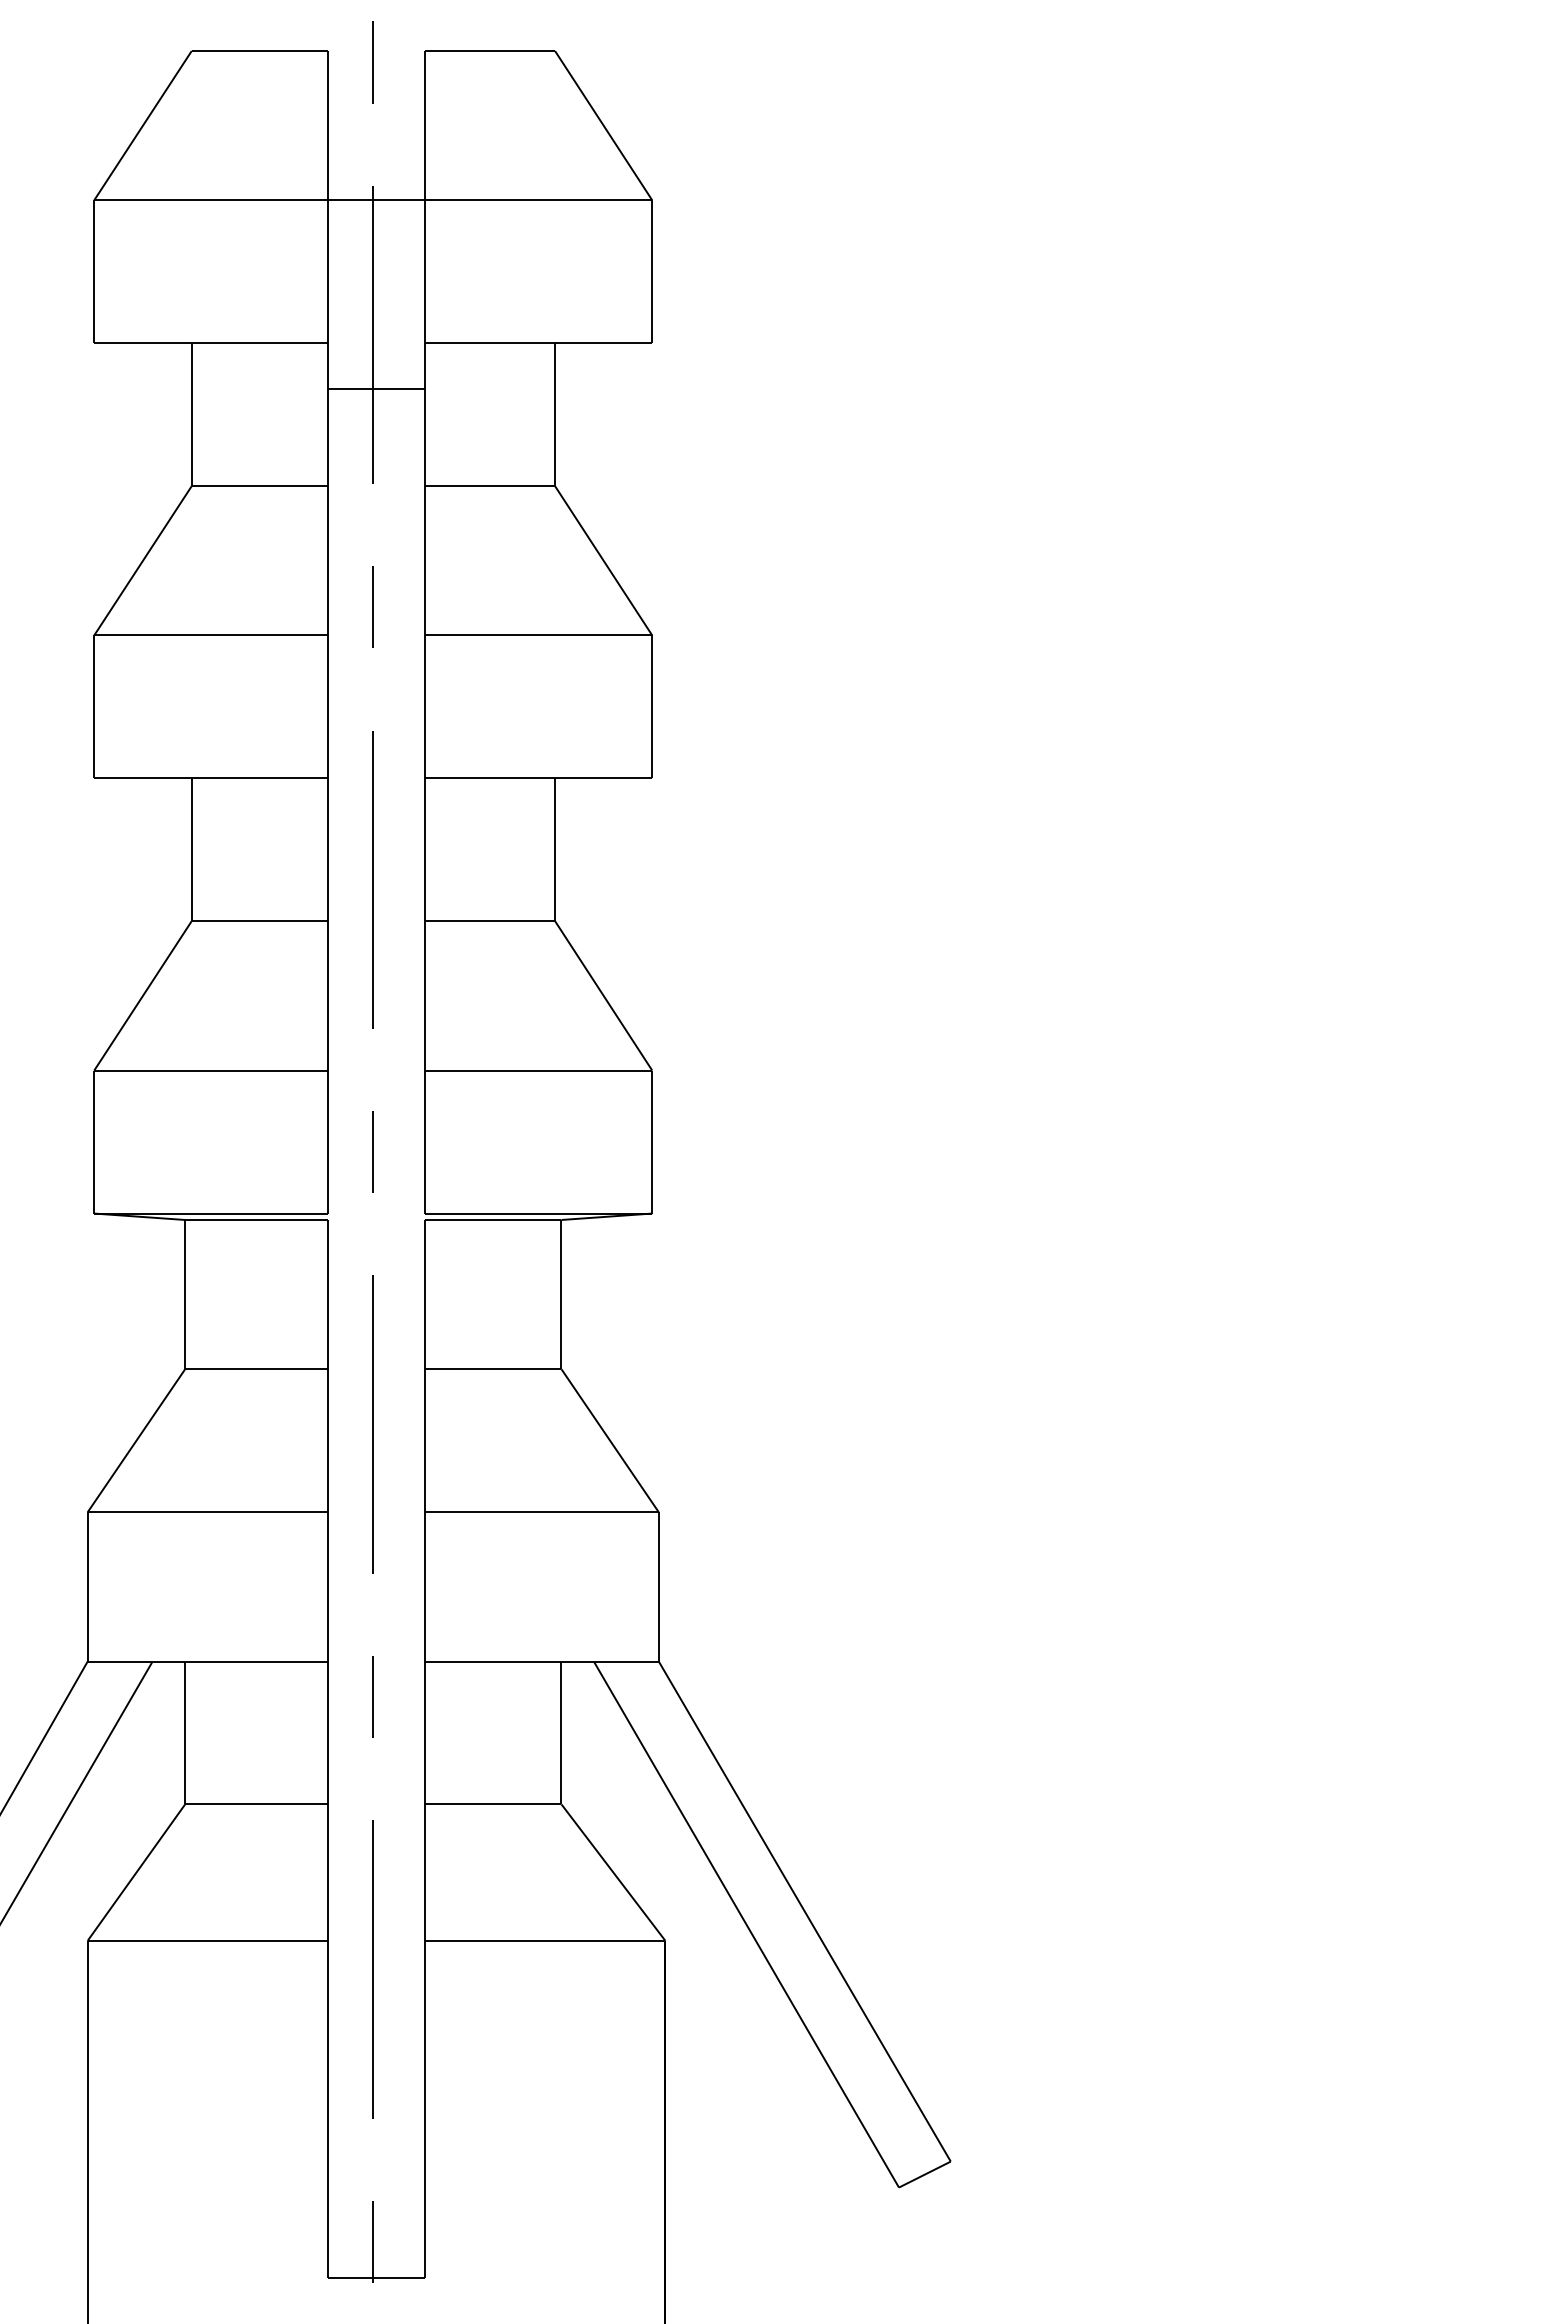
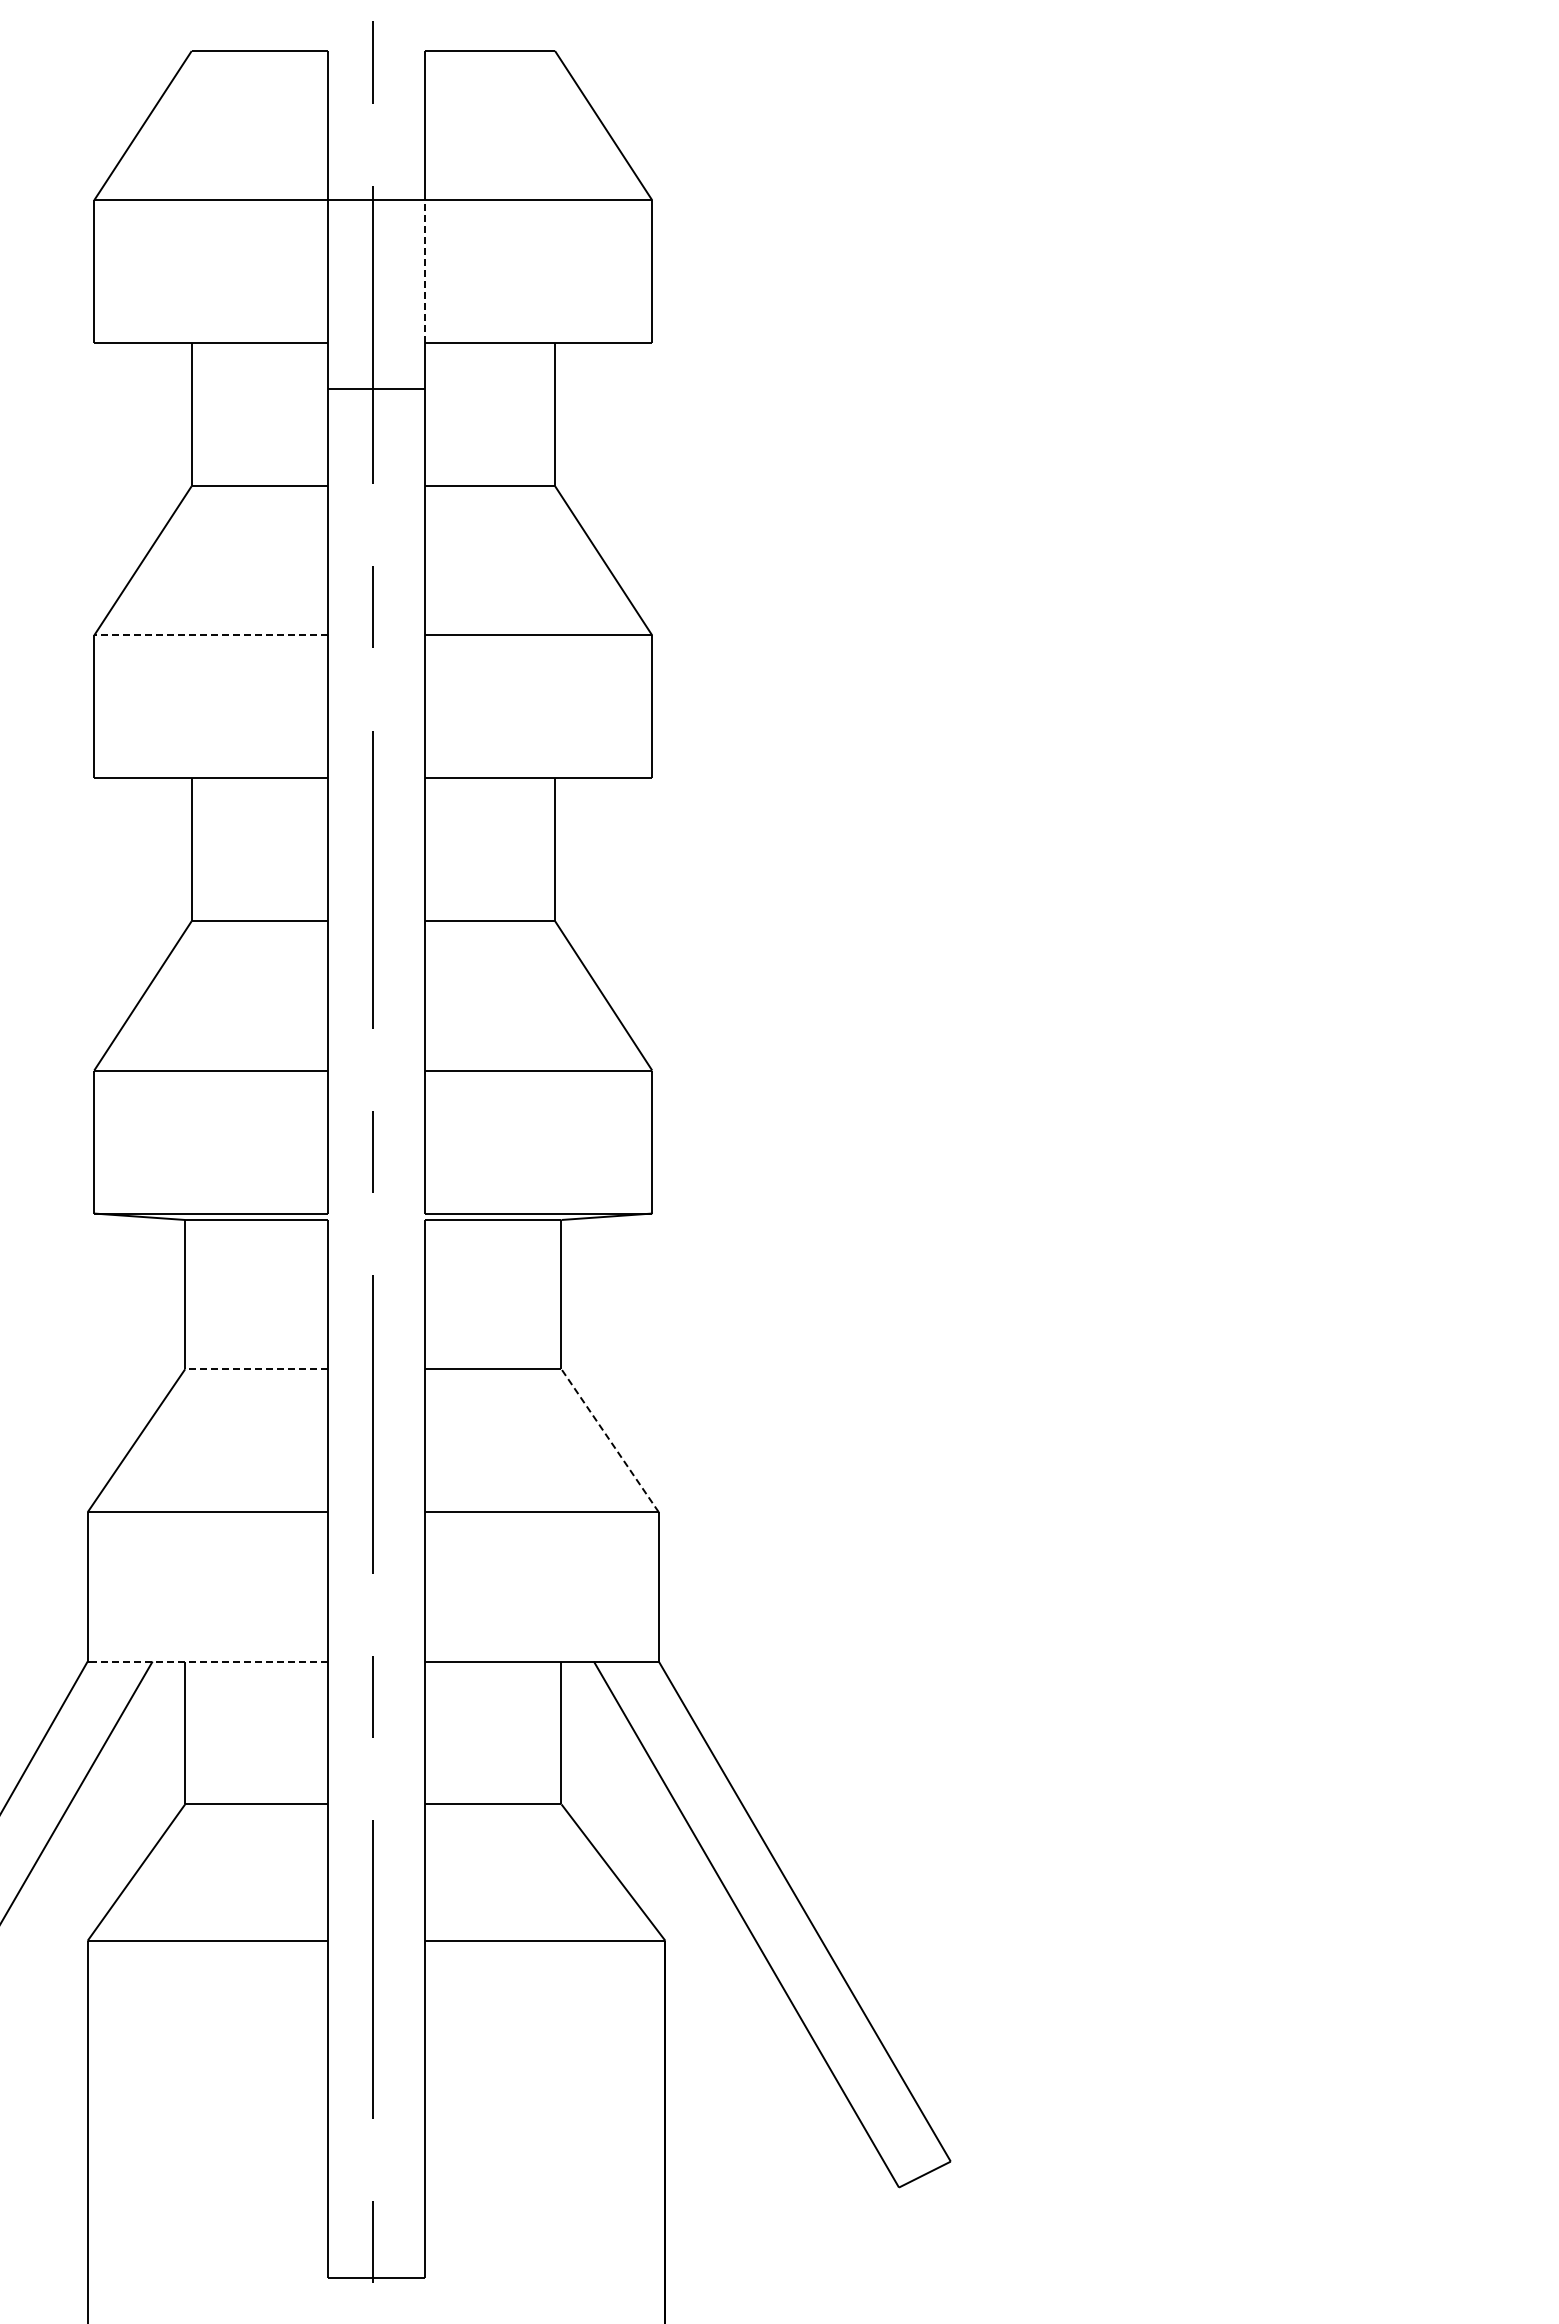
line at (425, 271): solid -> dashed
line at (211, 635): solid -> dashed
line at (256, 1369): solid -> dashed
line at (609, 1440): solid -> dashed
line at (211, 1661): solid -> dashed
